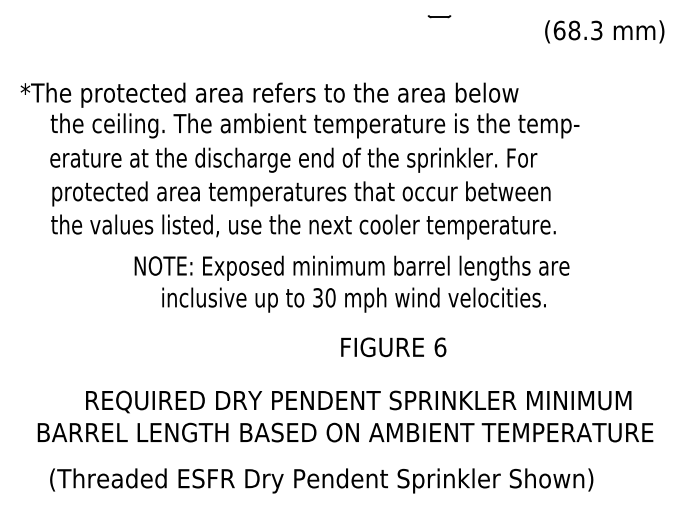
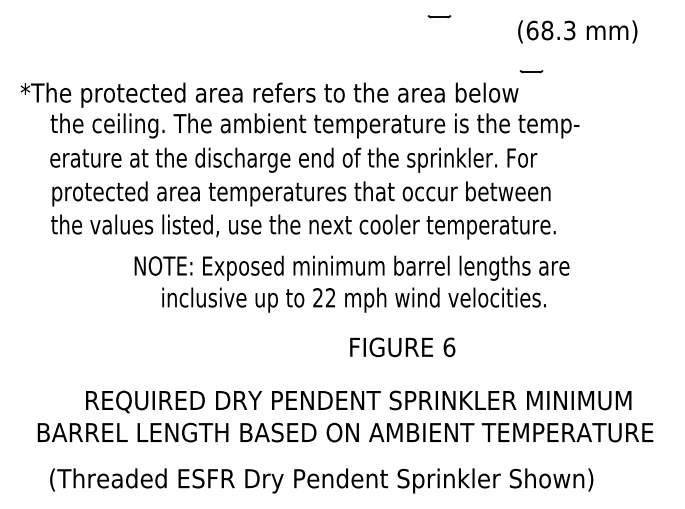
text at (604, 31) position: (604, 31) -> (577, 31)
part at (531, 71): none -> present
text at (324, 297): 30 -> 22
text at (393, 347) position: (393, 347) -> (402, 347)
